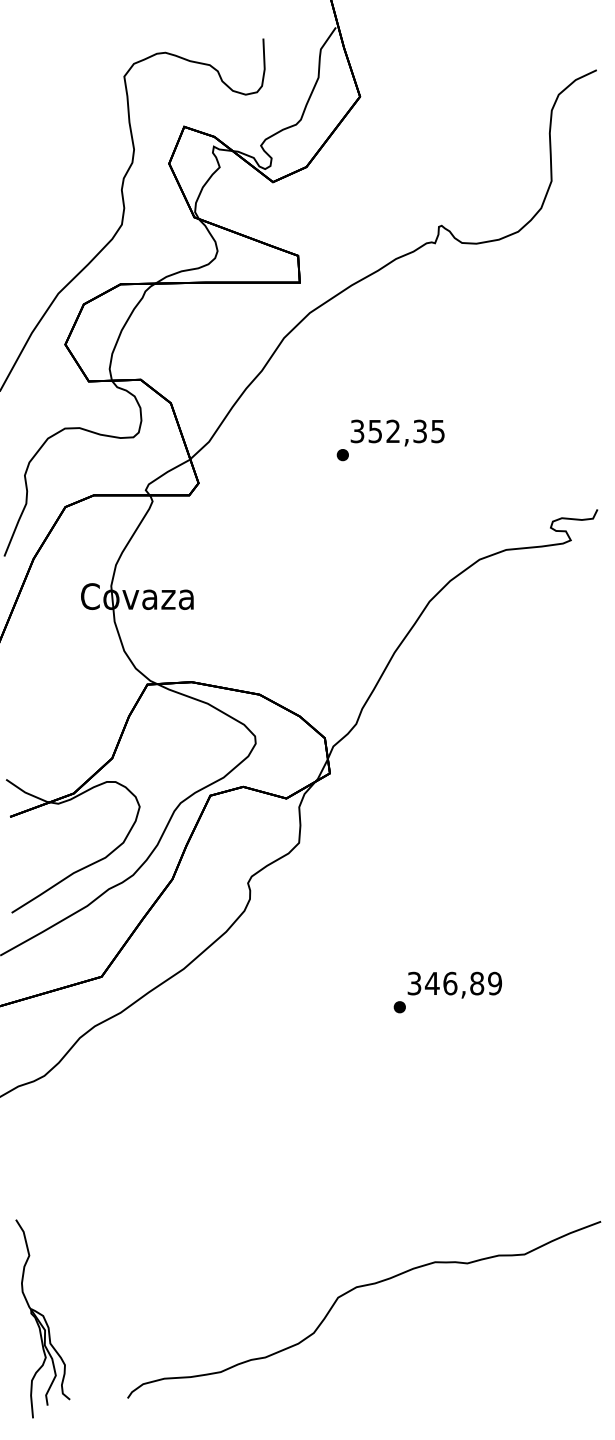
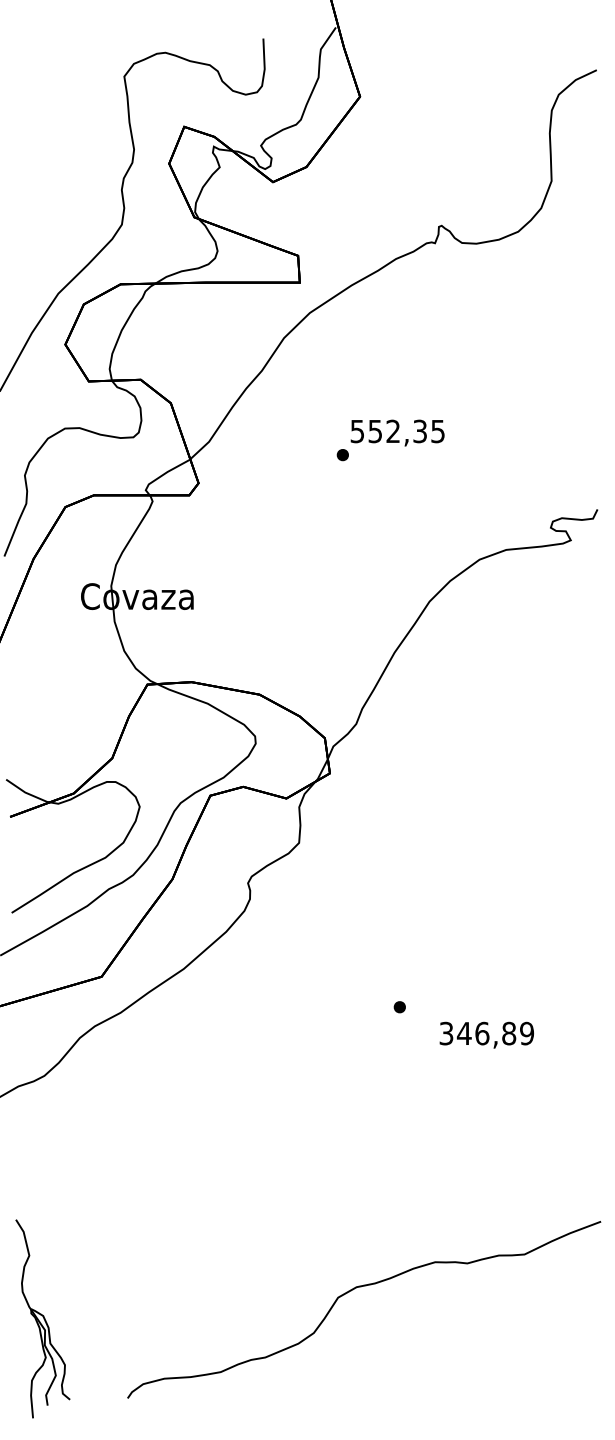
text at (357, 430): 352,35 -> 552,35
text at (454, 984) position: (454, 984) -> (486, 1034)
